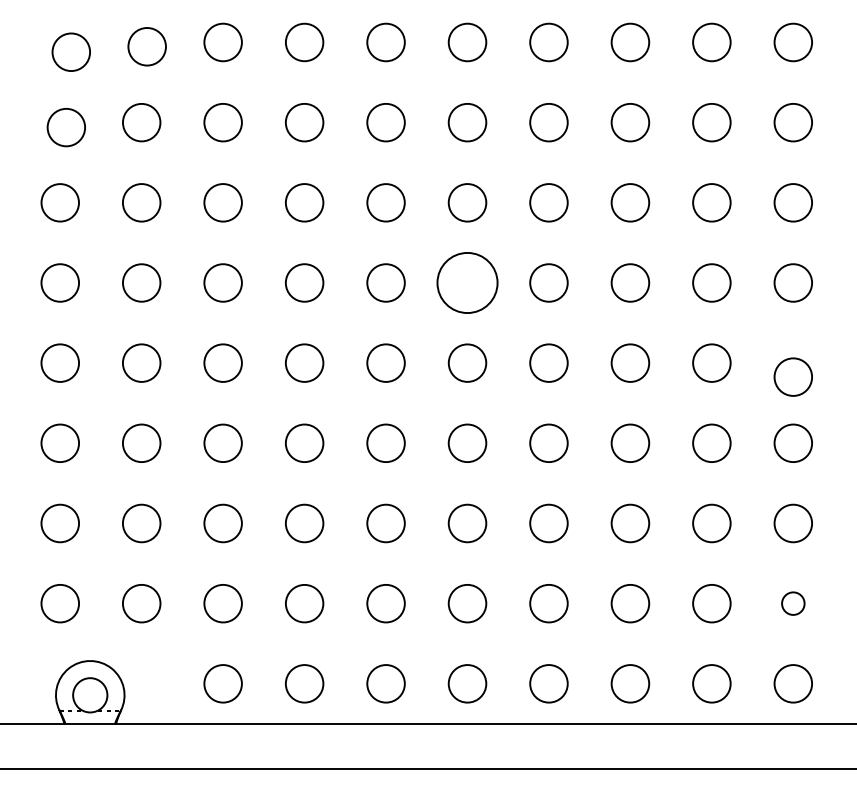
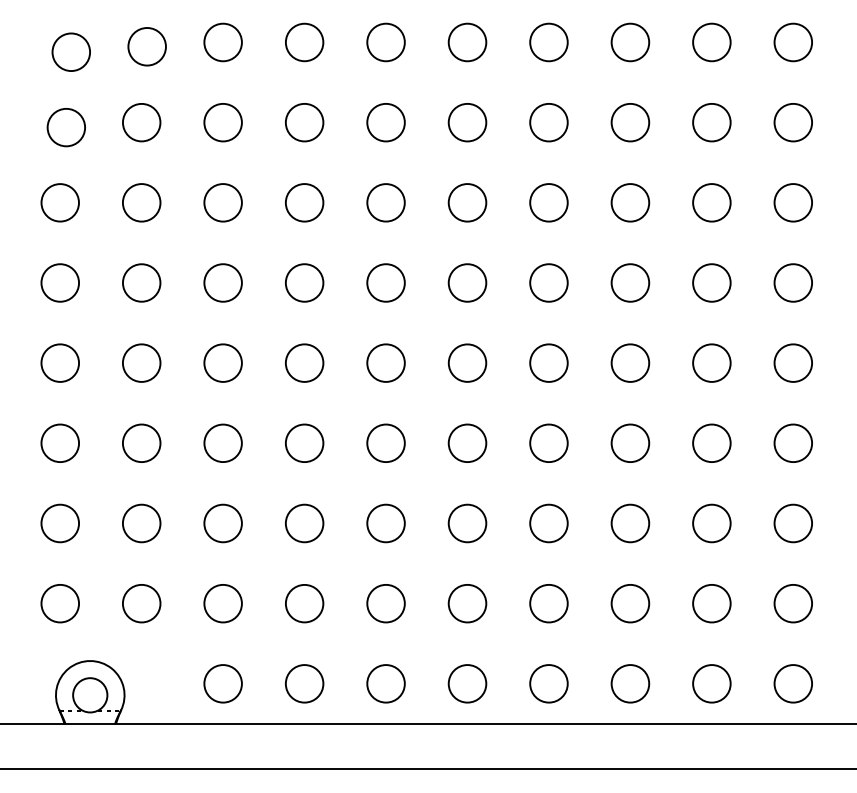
circle at (467, 282) diameter: 60 px -> 38 px
circle at (792, 376) position: (792, 376) -> (792, 362)
circle at (793, 603) diameter: 23 px -> 38 px
